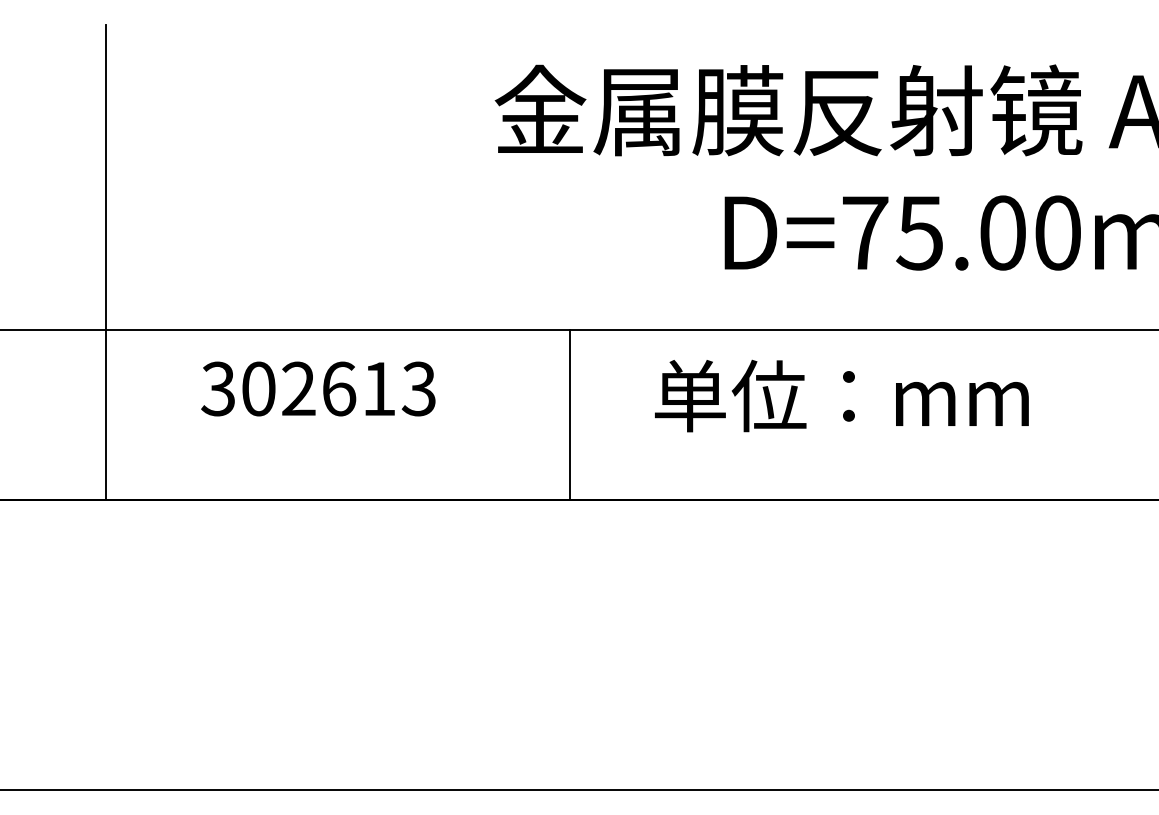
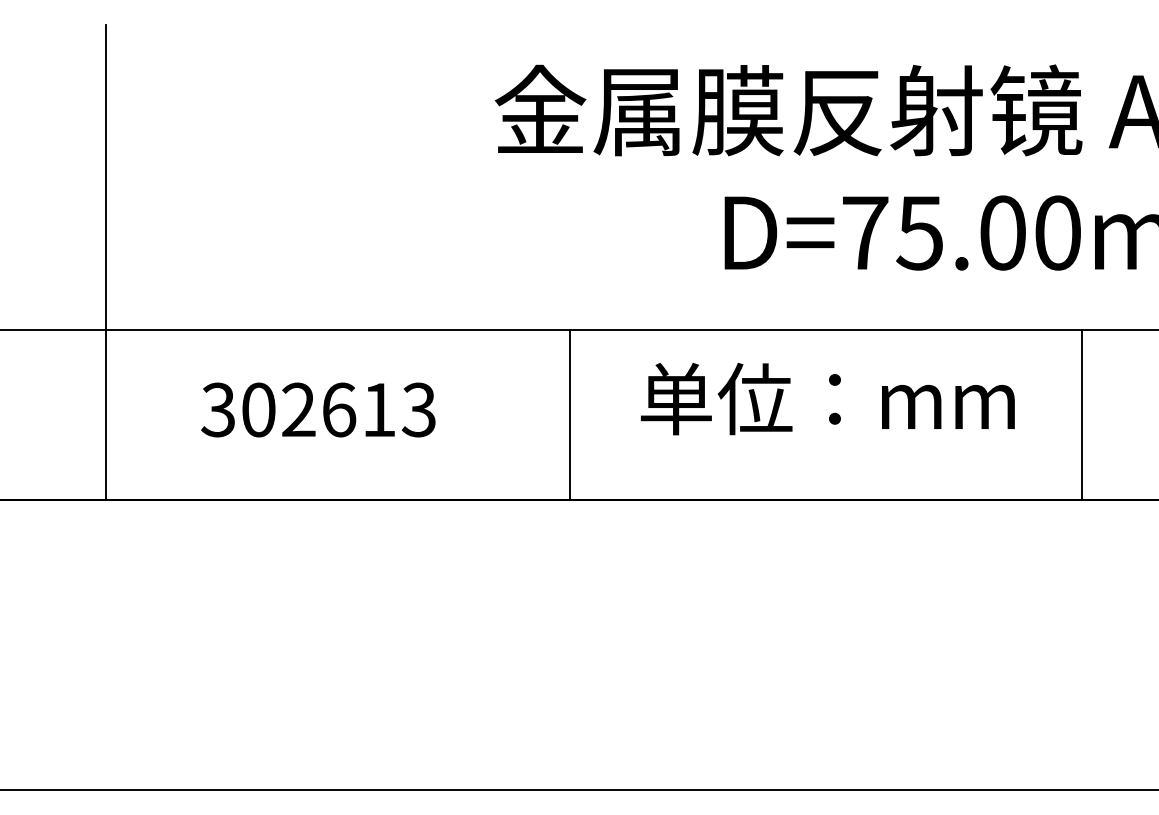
text at (318, 388) position: (318, 388) -> (318, 409)
text at (841, 395) position: (841, 395) -> (827, 398)
line at (1082, 414): none -> present
